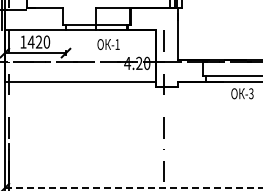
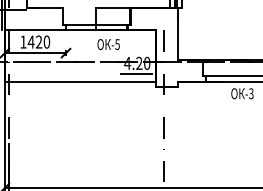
text at (117, 44): -1 -> -5
line at (136, 74): none -> present
line at (133, 188): dashed -> solid
